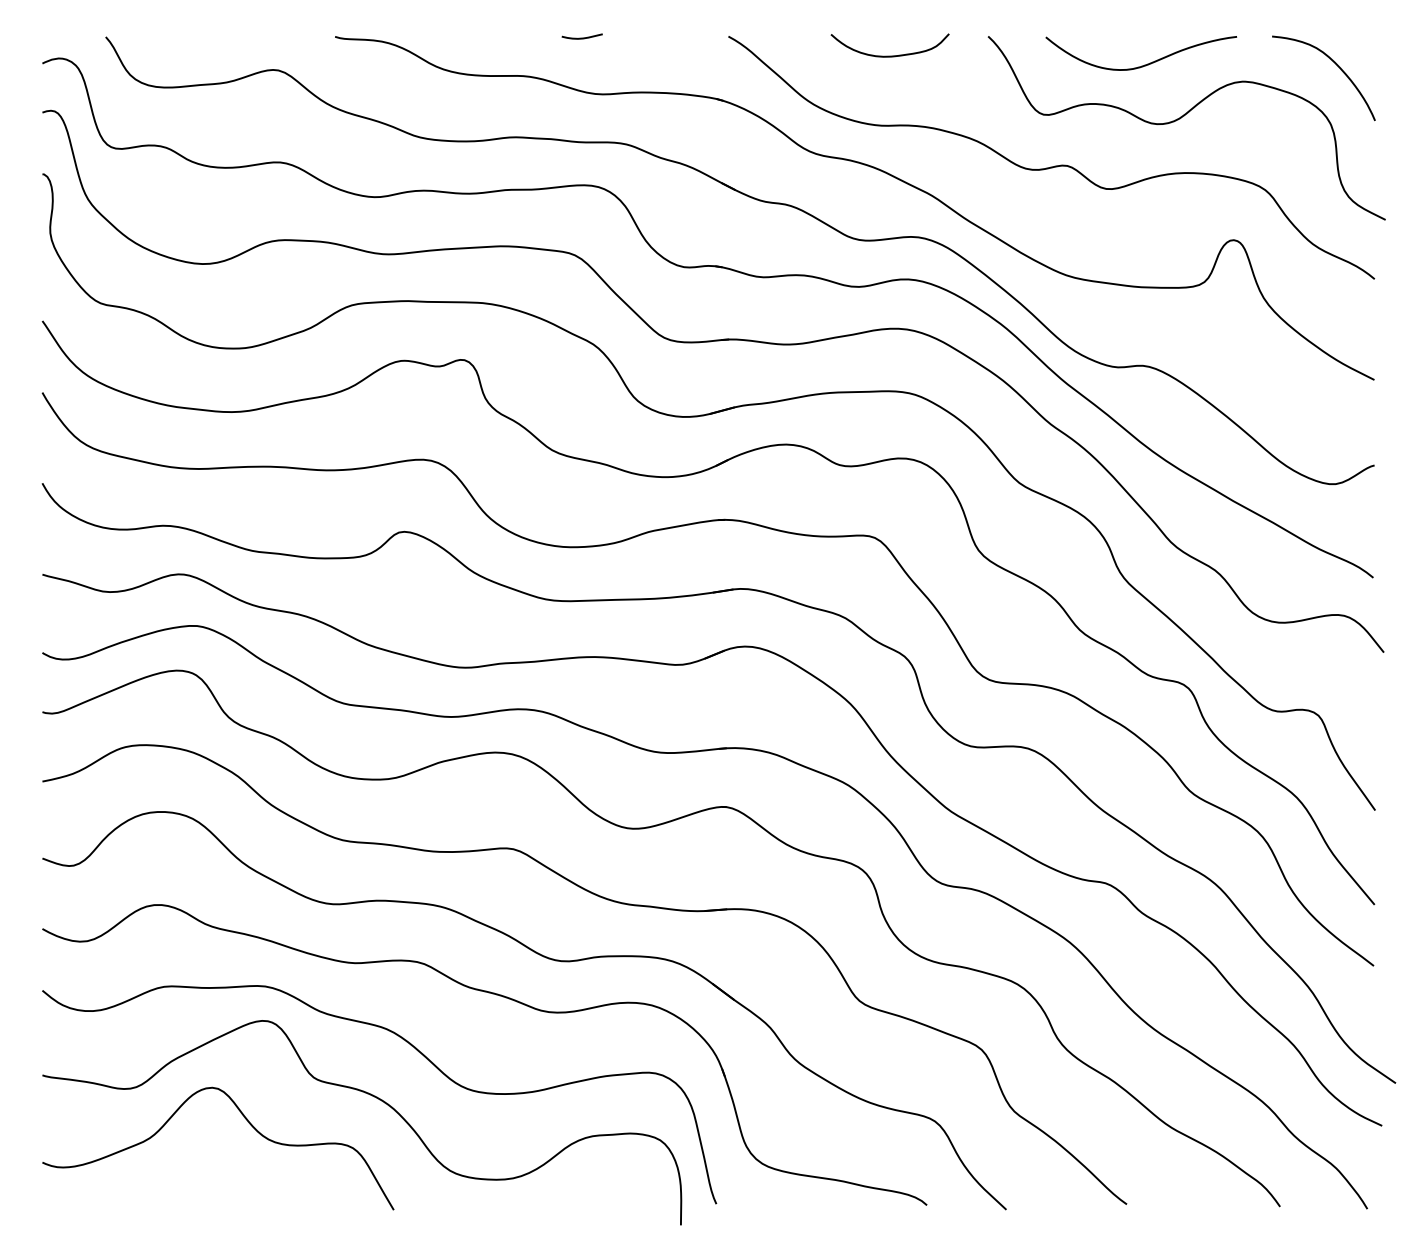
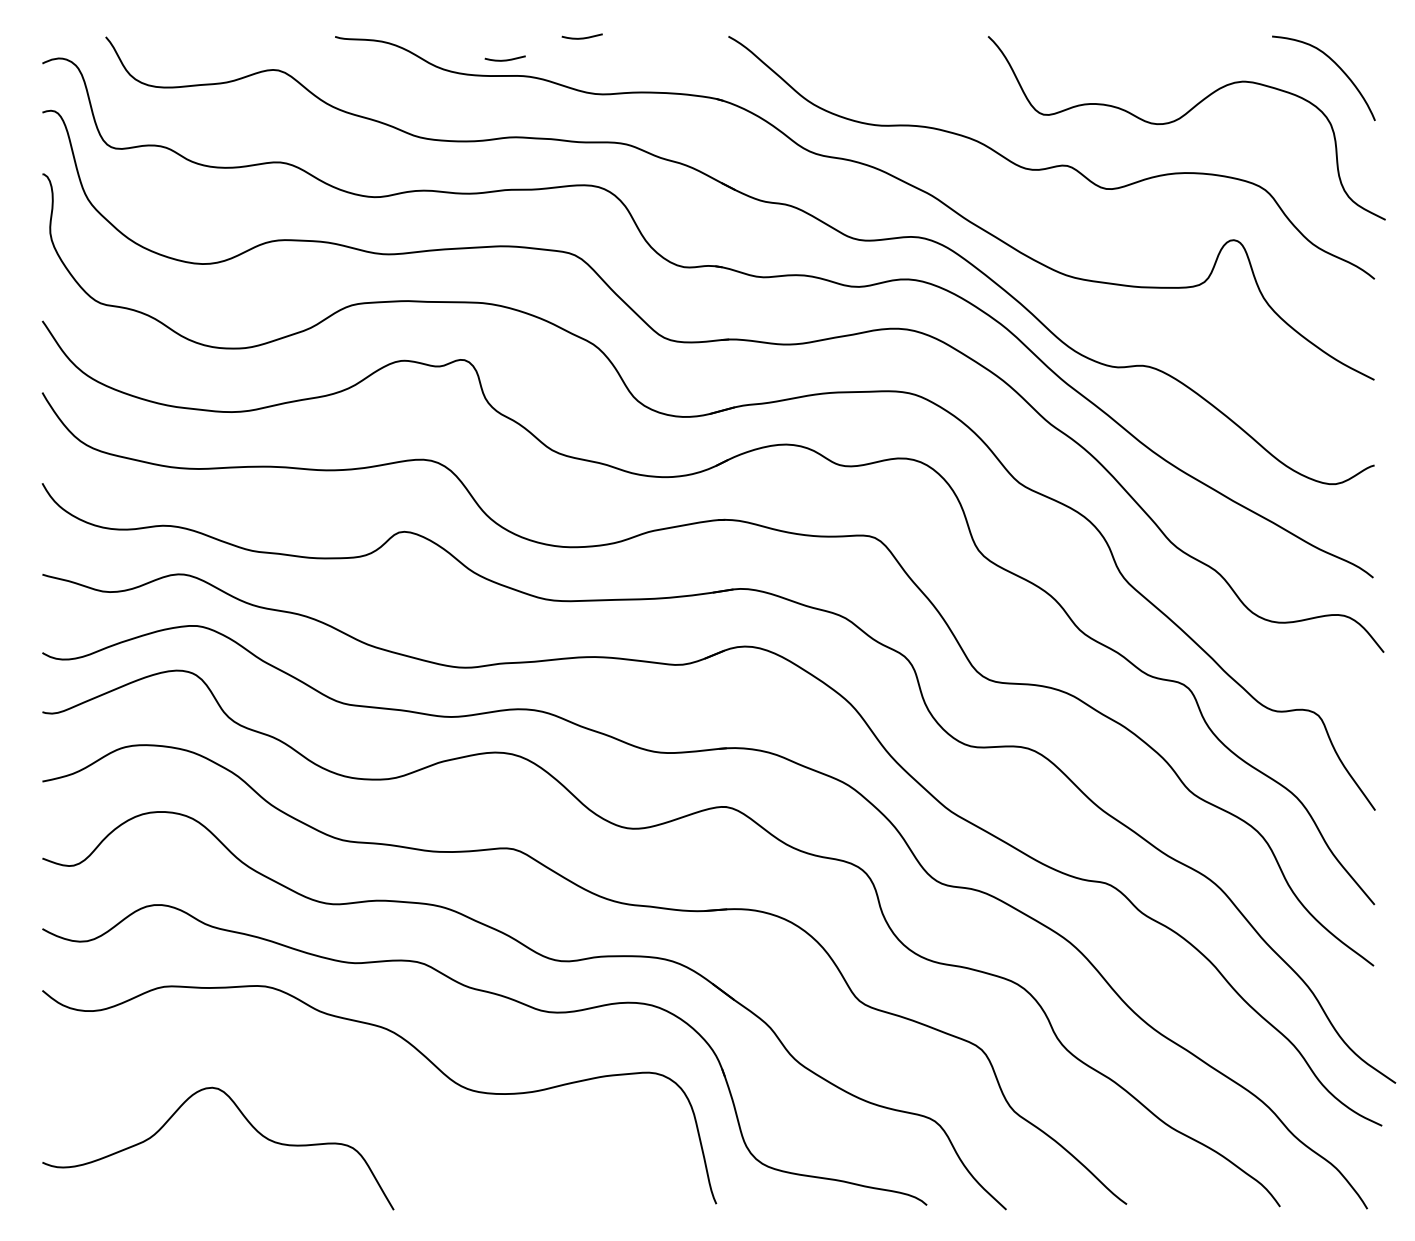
curve at (889, 55): present -> none
curve at (504, 59): none -> present
curve at (1144, 64): present -> none
curve at (374, 1097): present -> none
